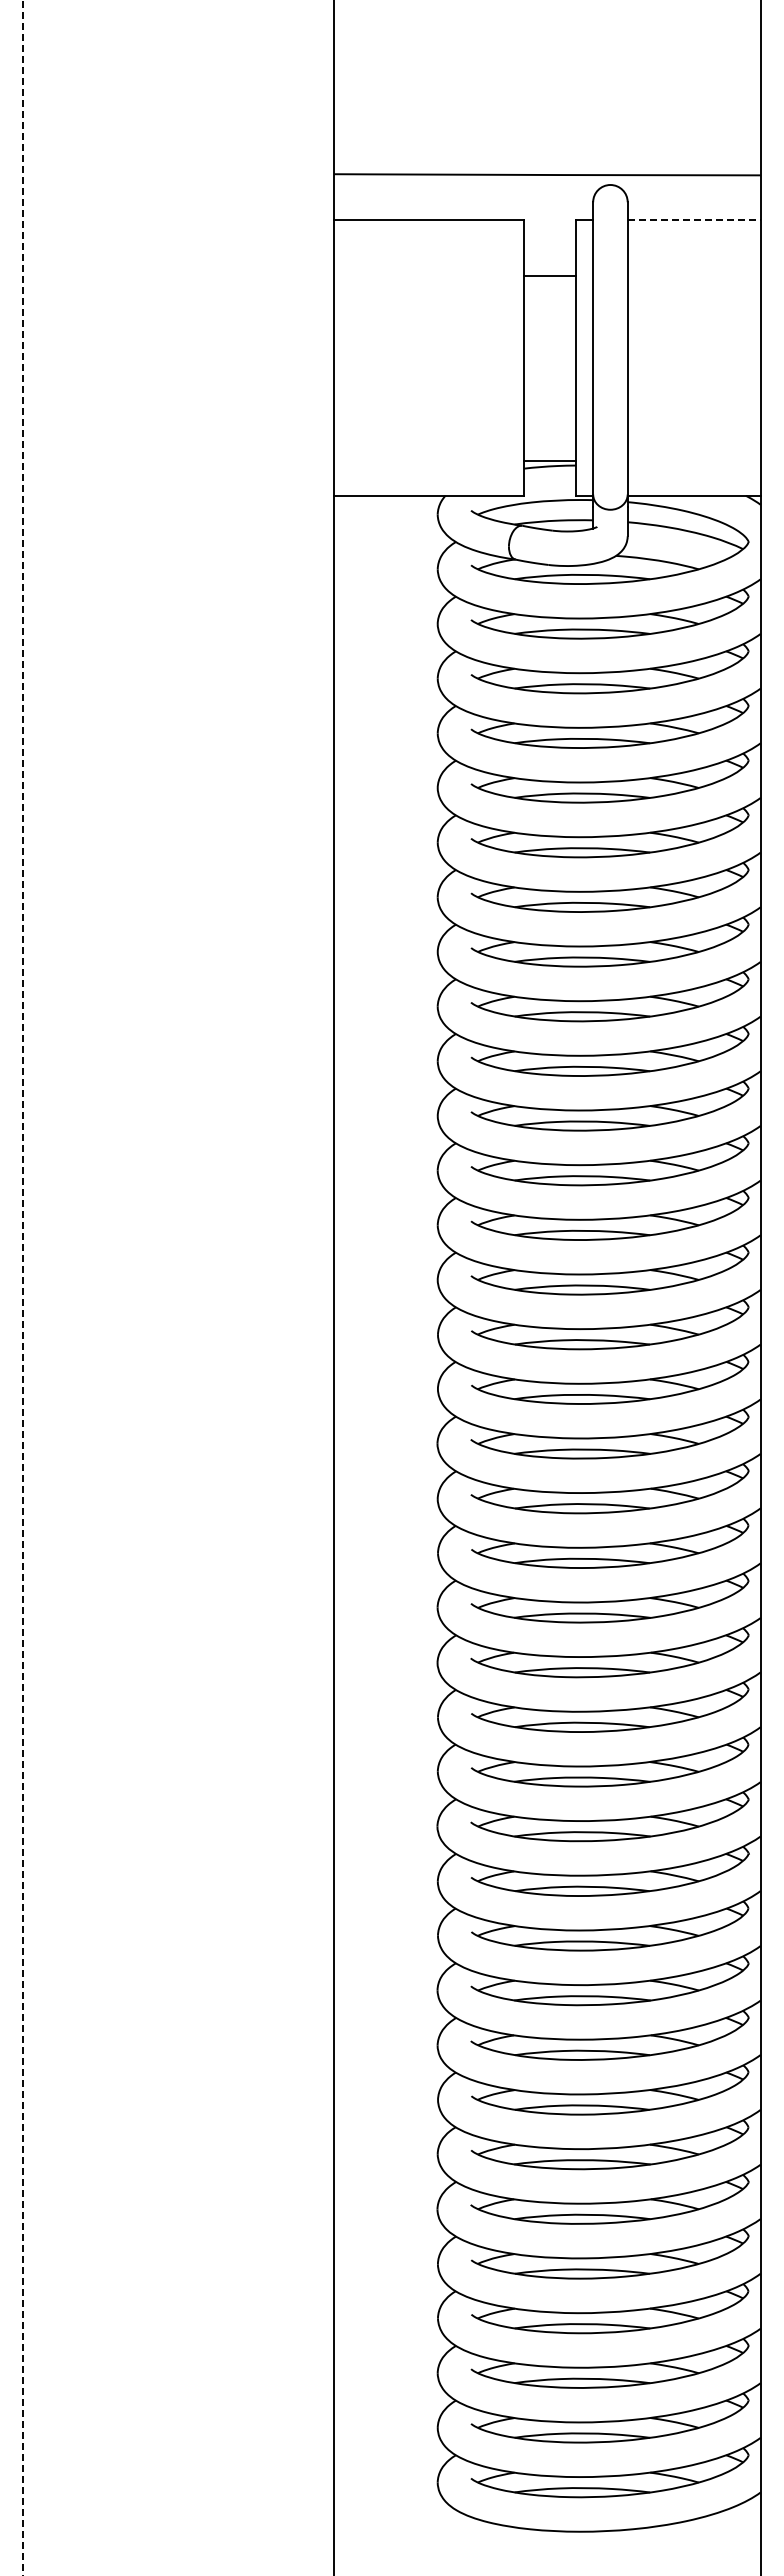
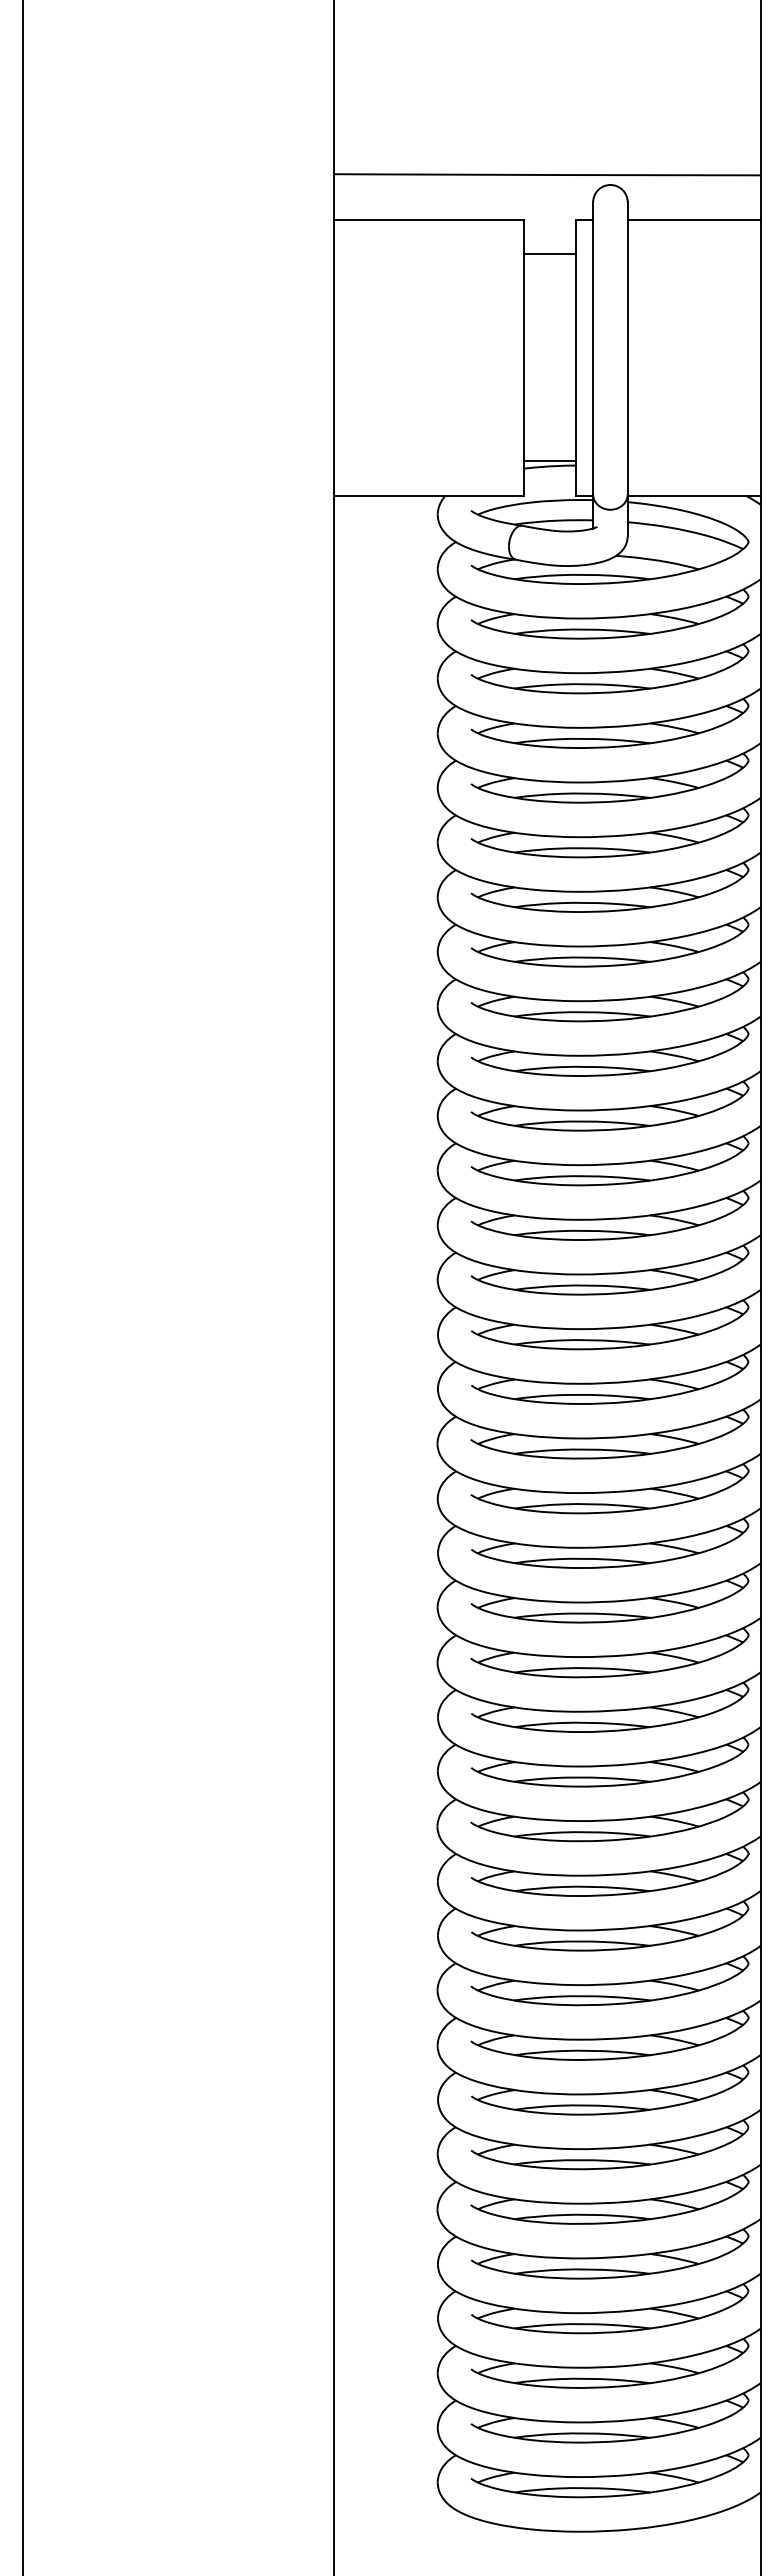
line at (694, 219): dashed -> solid
line at (549, 276) position: (549, 276) -> (549, 254)
line at (23, 1287): dashed -> solid
